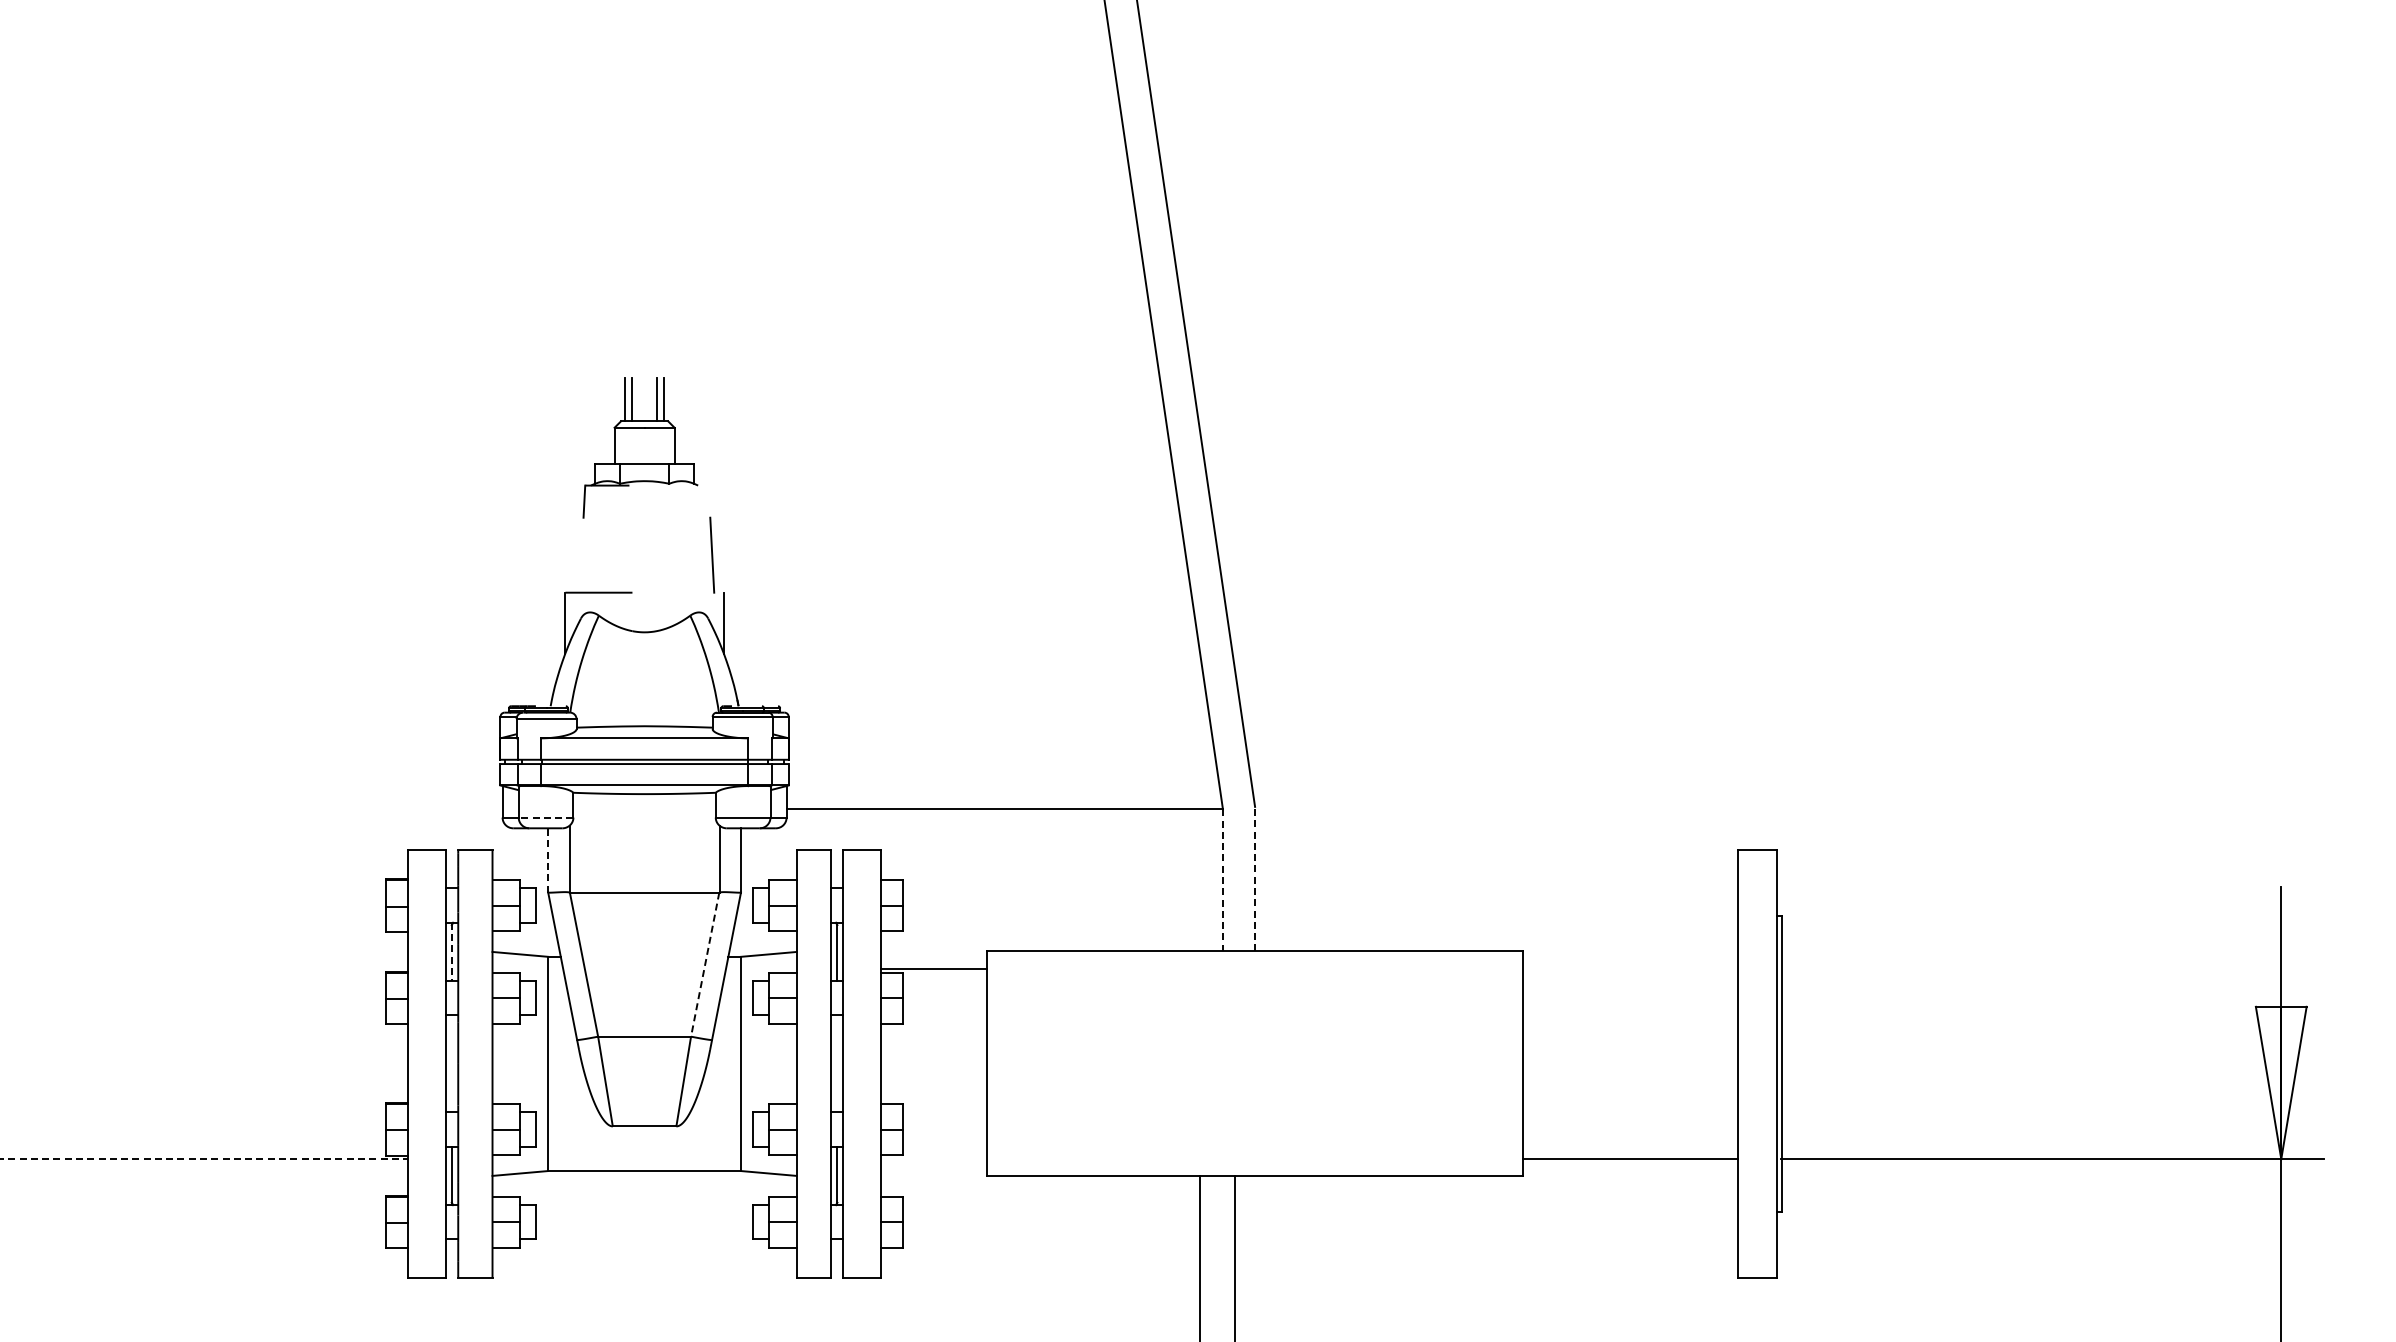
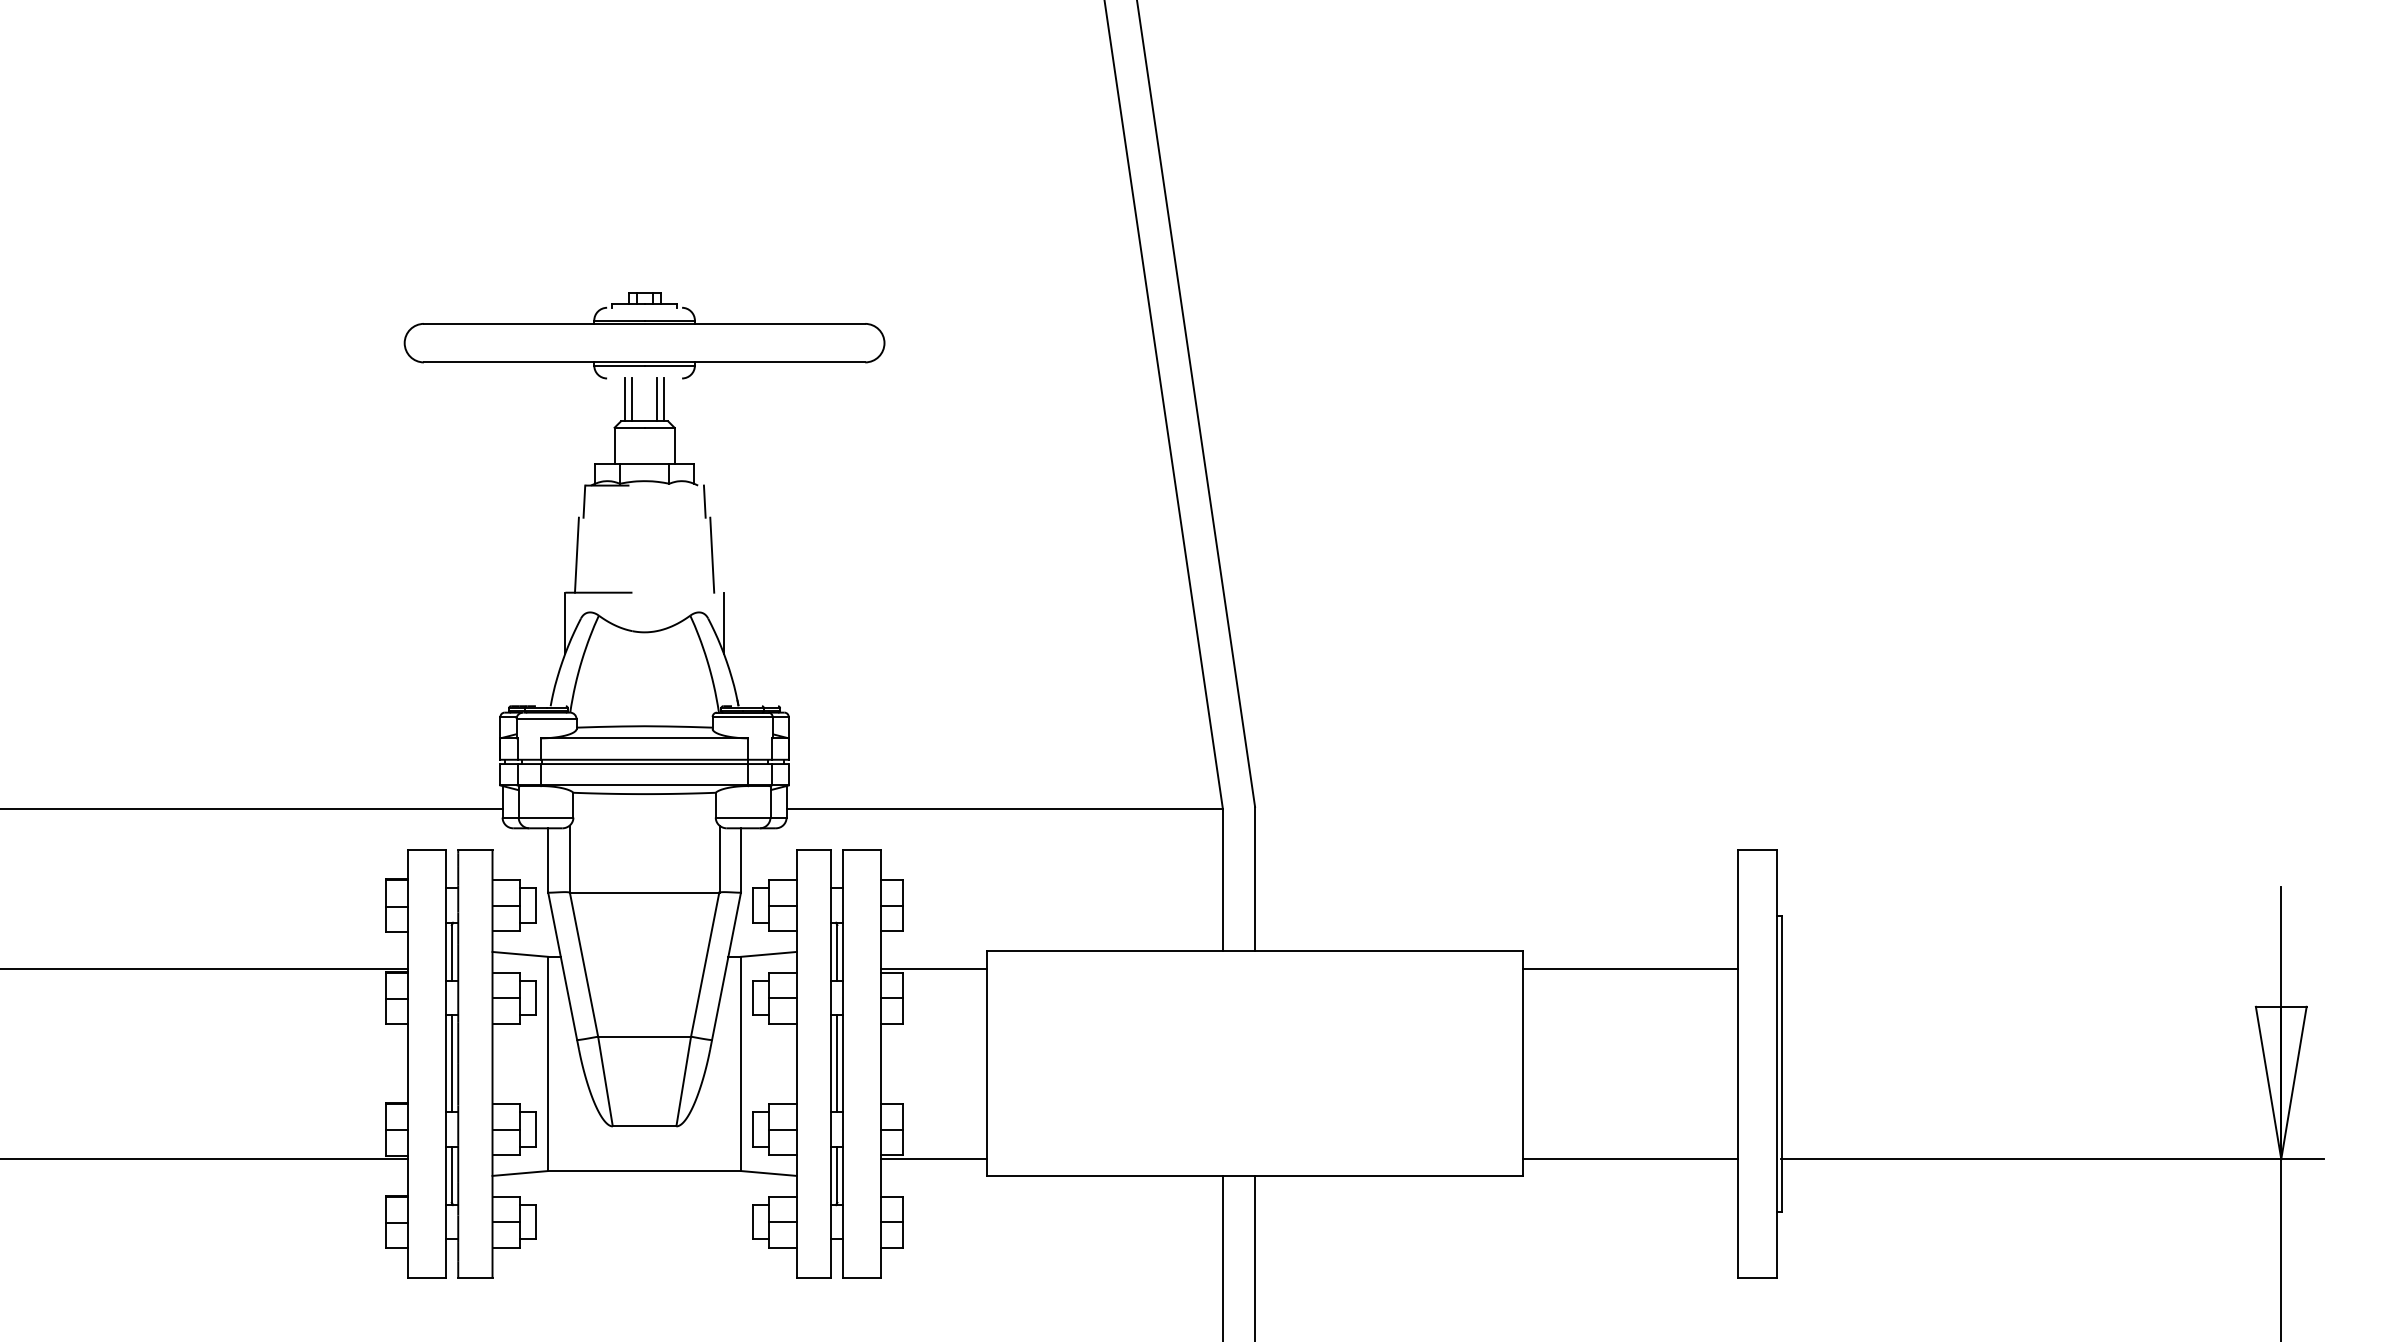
part at (644, 335): none -> present
line at (704, 501): none -> present
line at (576, 554): none -> present
line at (252, 809): none -> present
line at (545, 817): dashed -> solid
line at (548, 859): dashed -> solid
line at (1255, 878): dashed -> solid
line at (1222, 880): dashed -> solid
line at (451, 952): dashed -> solid
line at (705, 965): dashed -> solid
line at (204, 968): none -> present
line at (1630, 968): none -> present
line at (451, 1063): none -> present
line at (837, 1063): none -> present
line at (204, 1159): dashed -> solid
line at (934, 1159): none -> present
line at (1199, 1257) position: (1199, 1257) -> (1222, 1257)
line at (1235, 1257) position: (1235, 1257) -> (1255, 1257)
